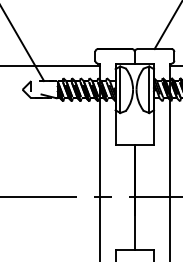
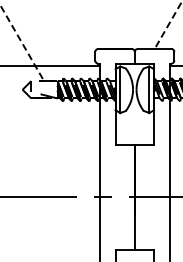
line at (168, 24): solid -> dashed
line at (22, 43): solid -> dashed
